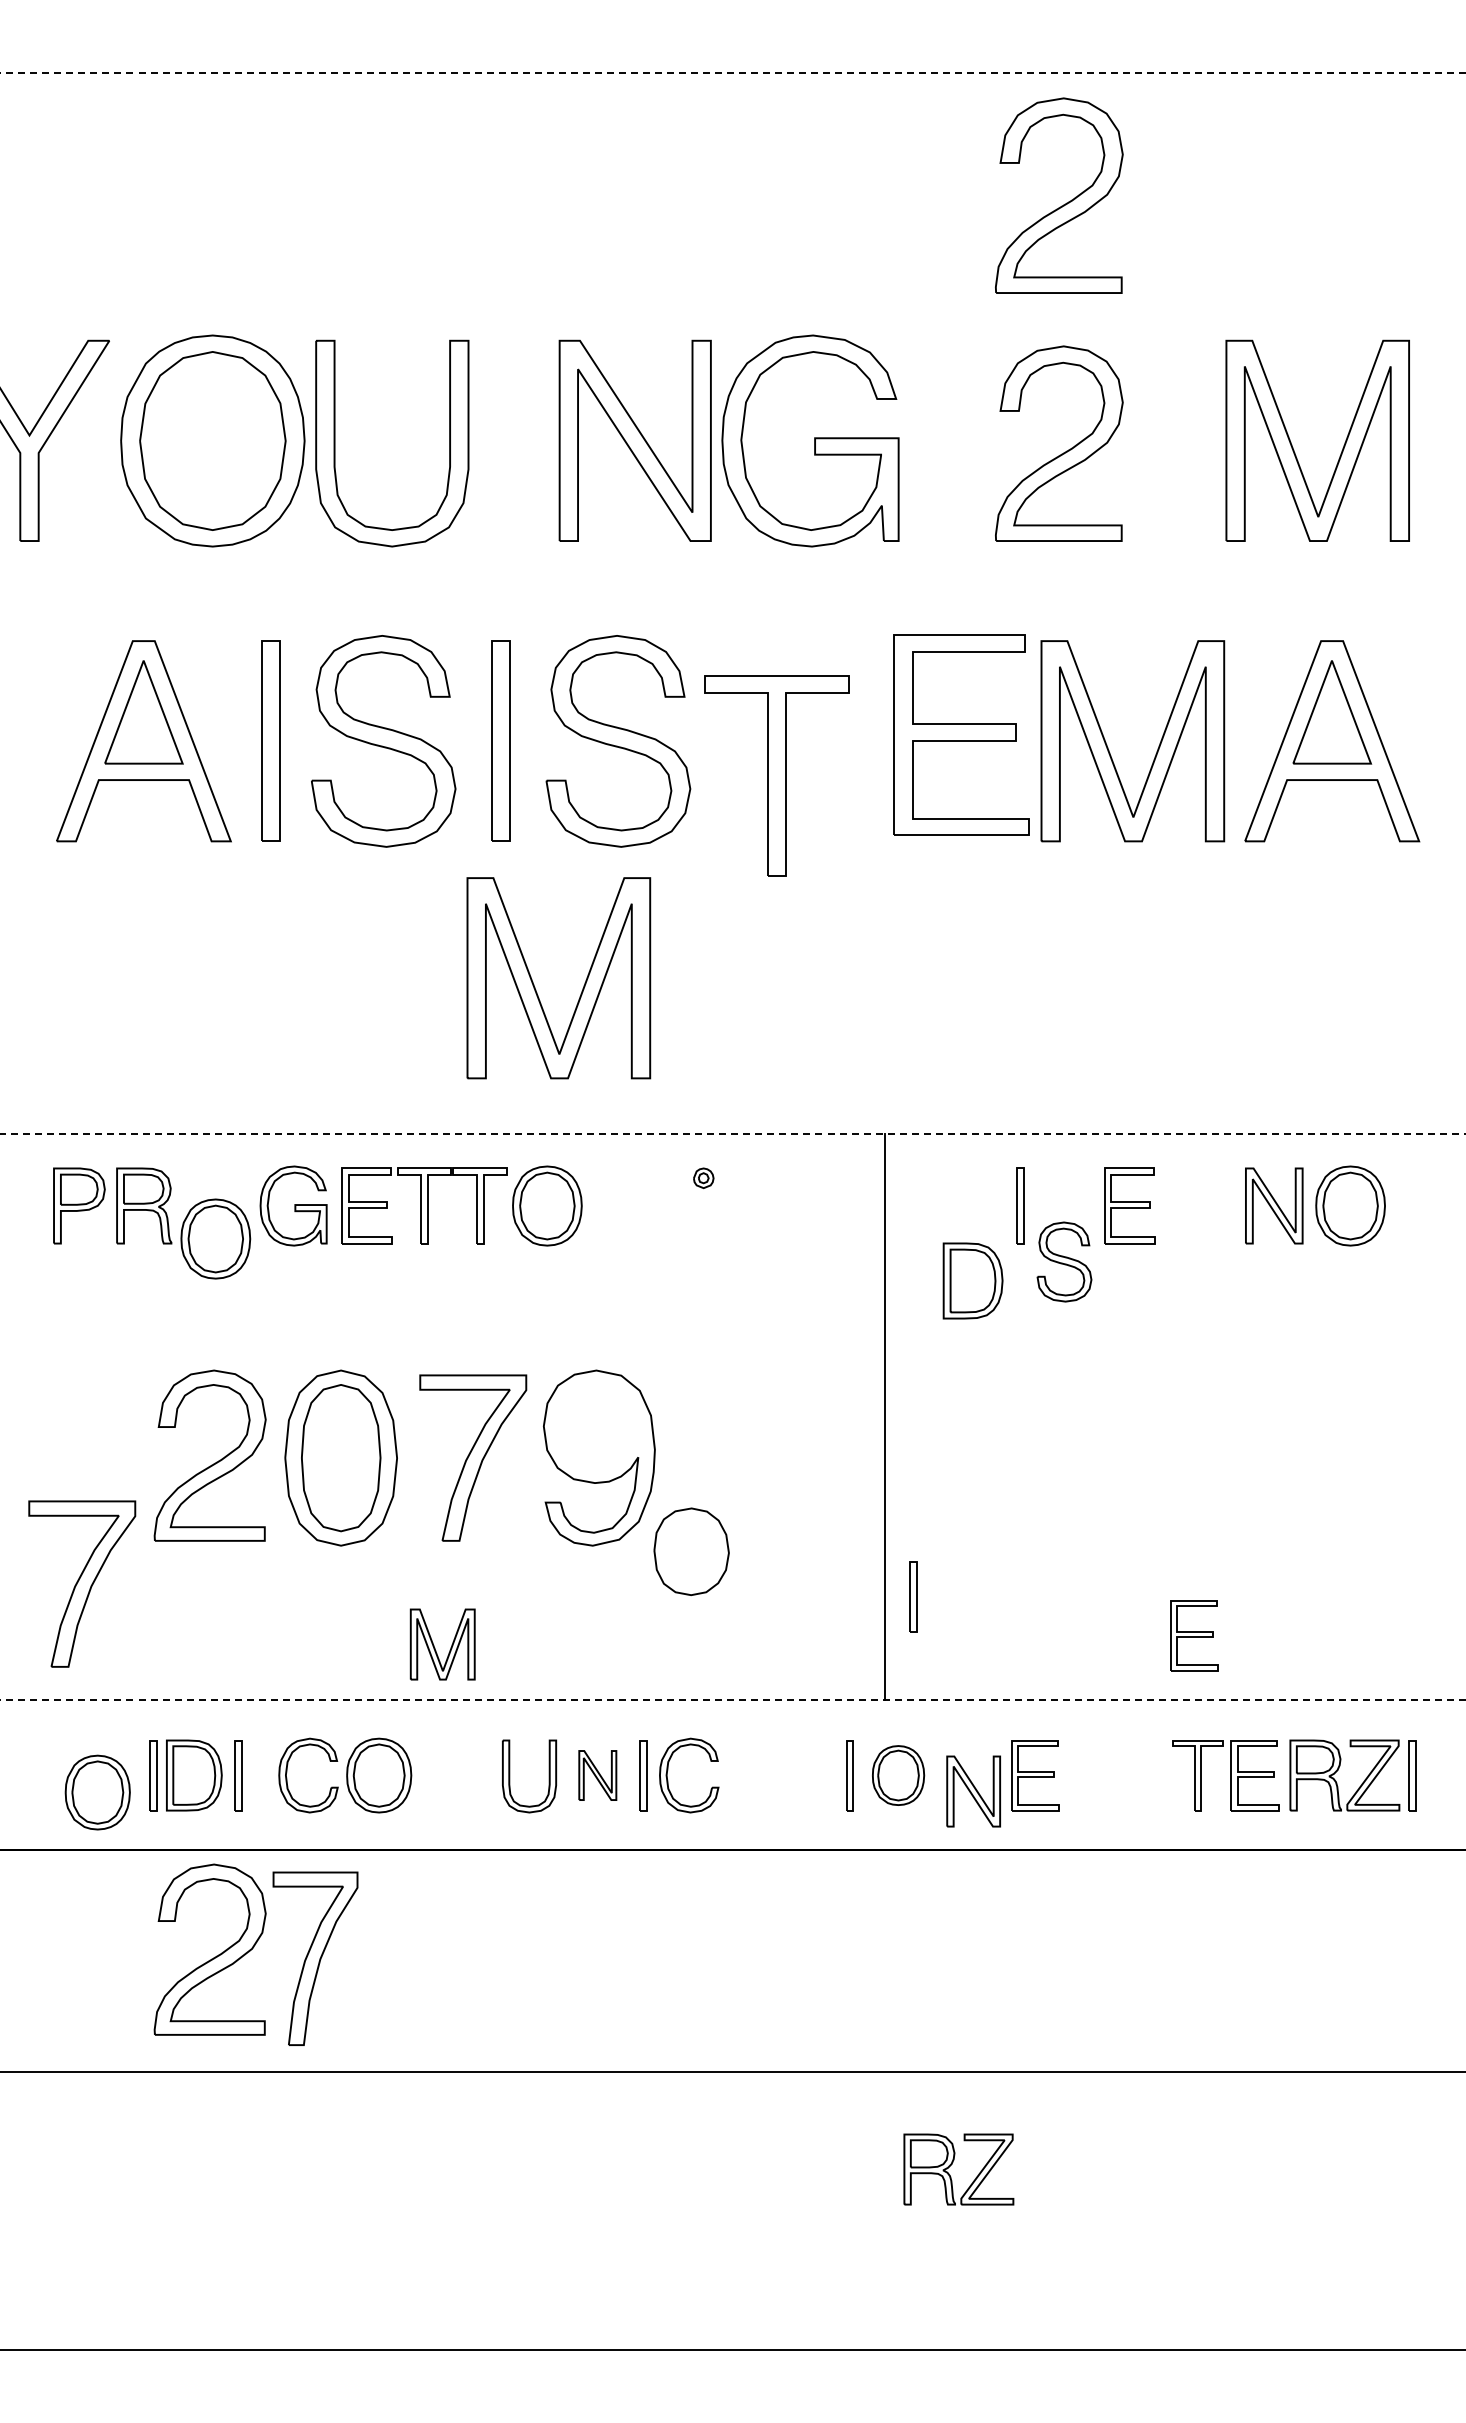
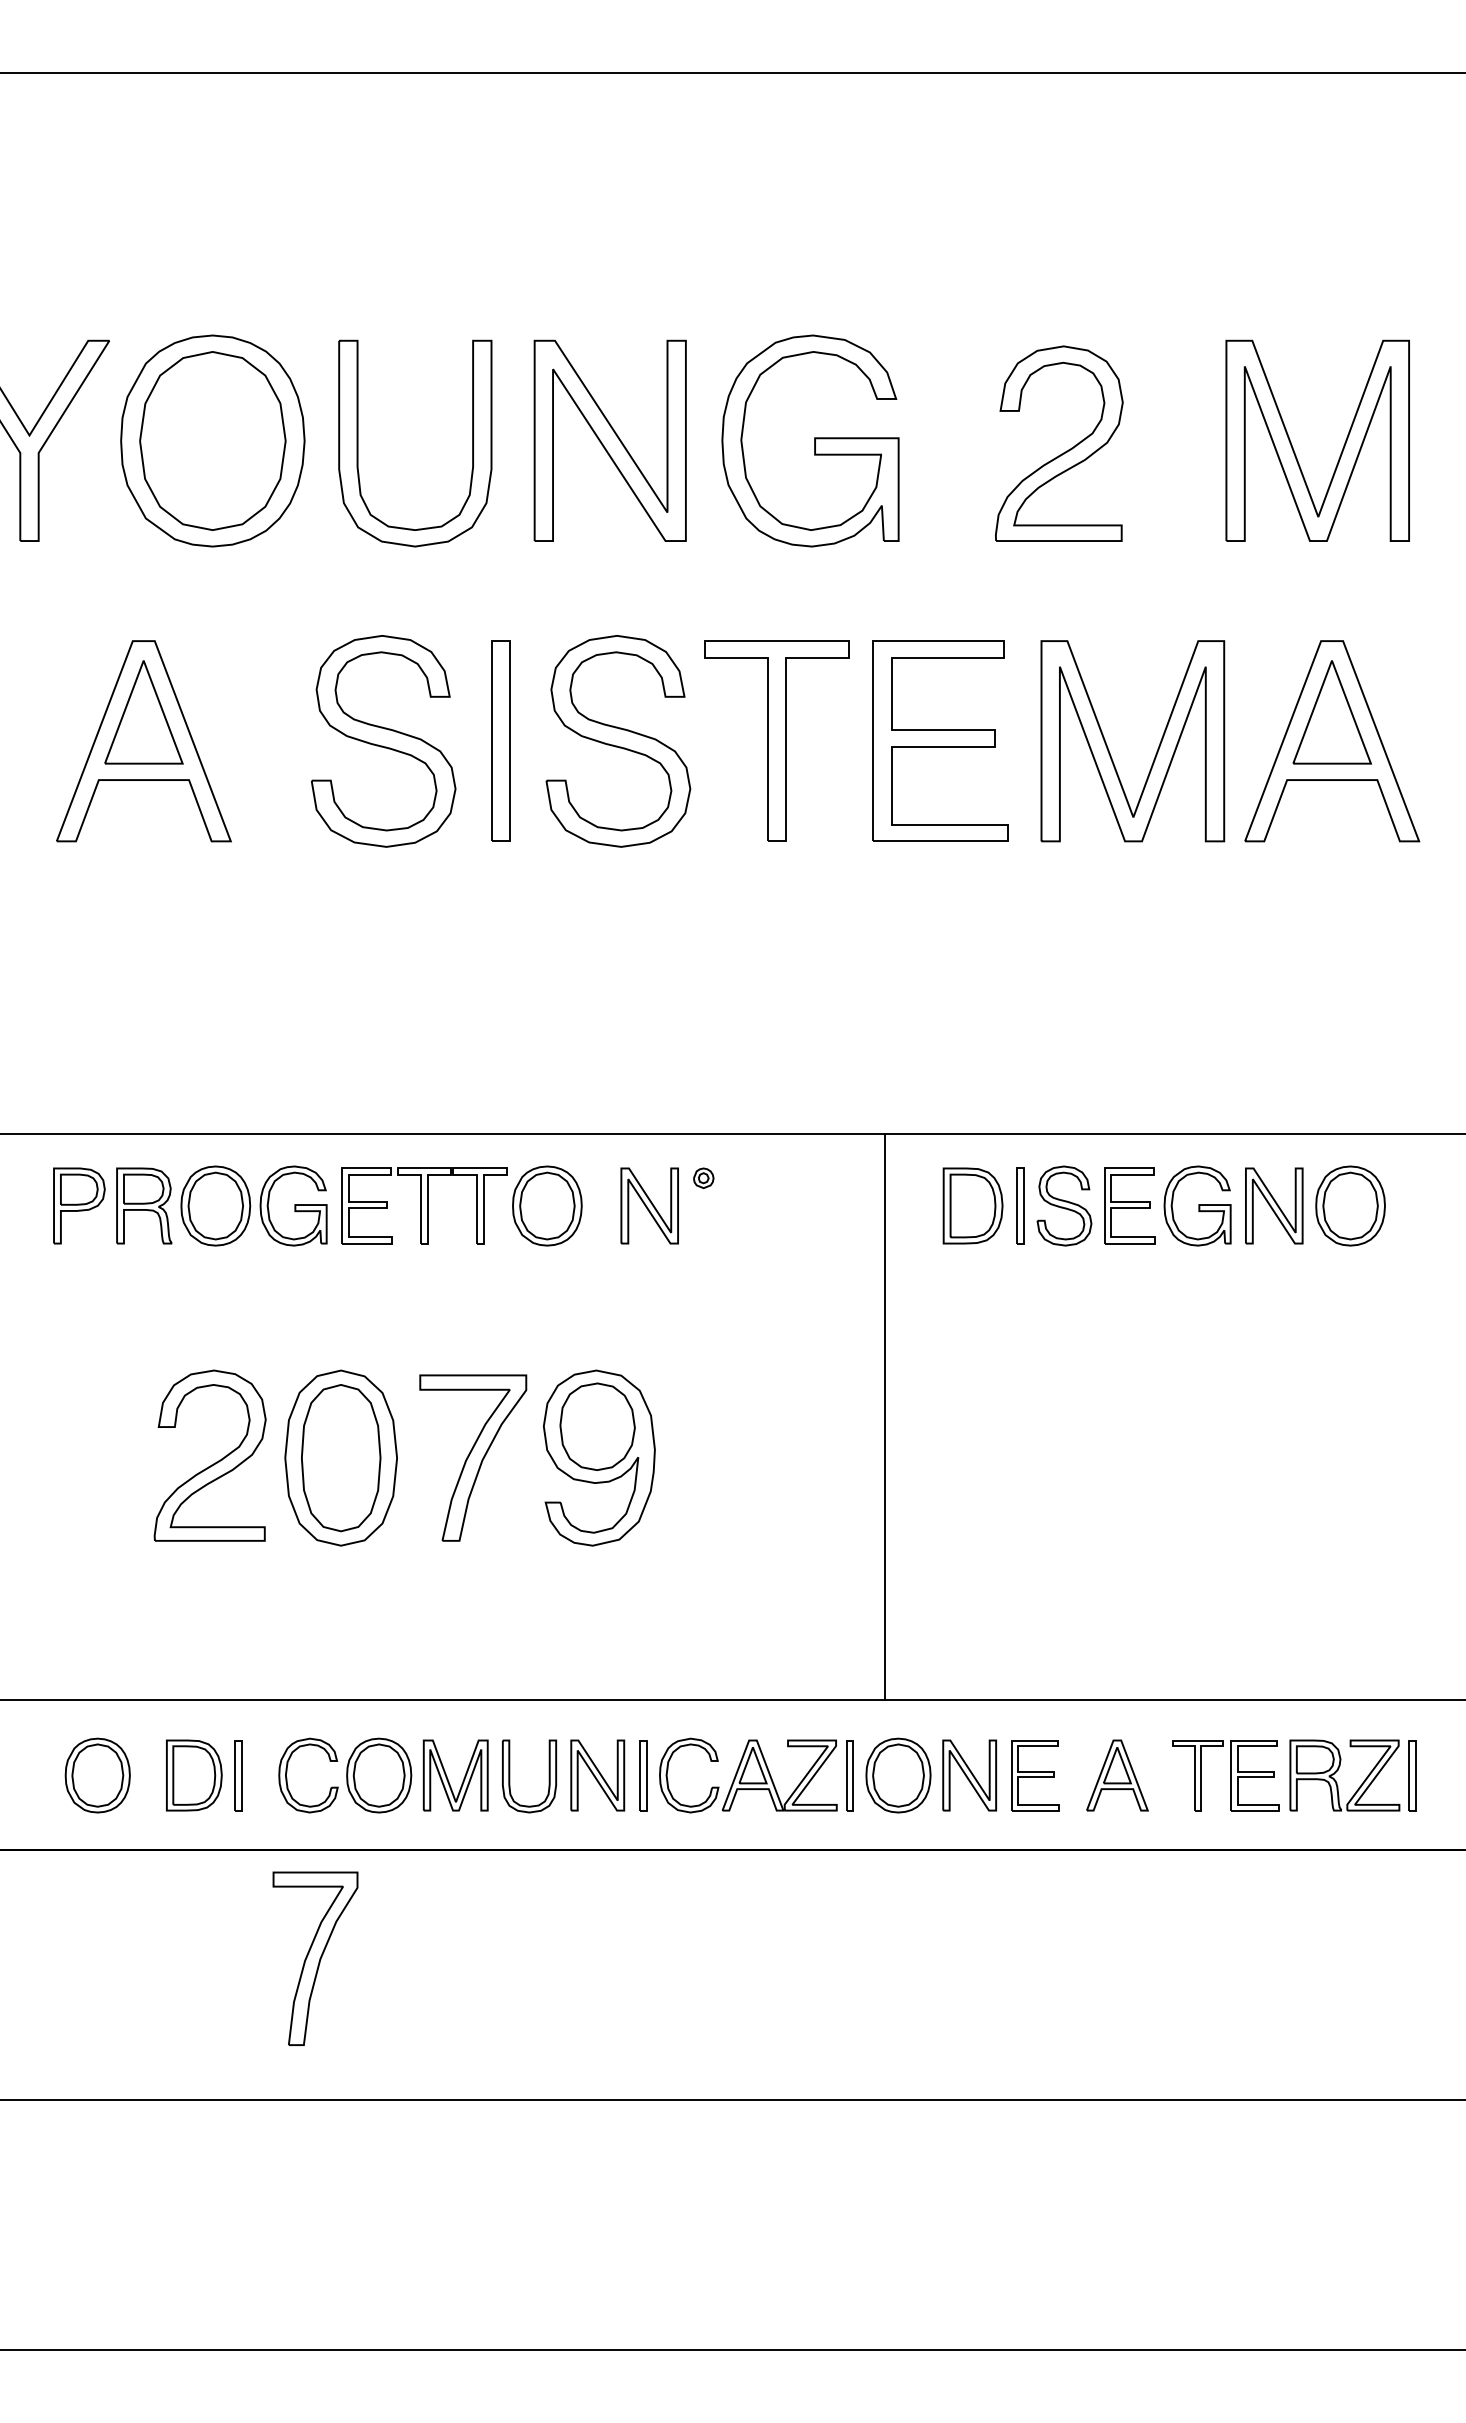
line at (733, 72): dashed -> solid
part at (1063, 204): present -> none
part at (634, 440) position: (634, 440) -> (609, 440)
part at (335, 443) position: (335, 443) -> (358, 443)
part at (961, 734) position: (961, 734) -> (940, 740)
part at (270, 740): present -> none
part at (776, 775) position: (776, 775) -> (776, 740)
part at (536, 989): present -> none
line at (733, 1133): dashed -> solid
part at (649, 1205): none -> present
part at (1197, 1205): none -> present
part at (215, 1238) position: (215, 1238) -> (215, 1205)
part at (1064, 1261) position: (1064, 1261) -> (1064, 1205)
part at (972, 1280) position: (972, 1280) -> (972, 1205)
part at (691, 1551) position: (691, 1551) -> (597, 1426)
part at (82, 1583): present -> none
part at (913, 1596): present -> none
part at (1194, 1635): present -> none
part at (435, 1647) position: (435, 1647) -> (448, 1778)
line at (733, 1699): dashed -> solid
part at (153, 1775): present -> none
part at (597, 1775) size: 40x51 px -> 56x73 px
part at (898, 1775) size: 54x61 px -> 67x77 px
part at (1117, 1775): none -> present
part at (772, 1778): none -> present
part at (973, 1791) position: (973, 1791) -> (969, 1775)
part at (97, 1792) position: (97, 1792) -> (97, 1775)
part at (213, 1957): present -> none
line at (732, 2072) position: (732, 2072) -> (732, 2100)
part at (952, 2164): present -> none
